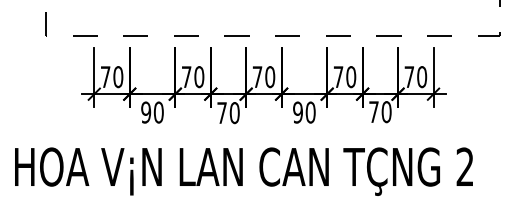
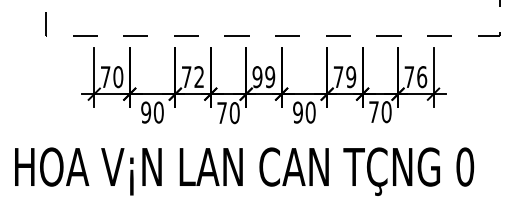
text at (422, 76): 70 -> 76
text at (199, 77): 70 -> 72
text at (263, 77): 70 -> 99
text at (351, 77): 70 -> 79
text at (465, 166): 2 -> 0
